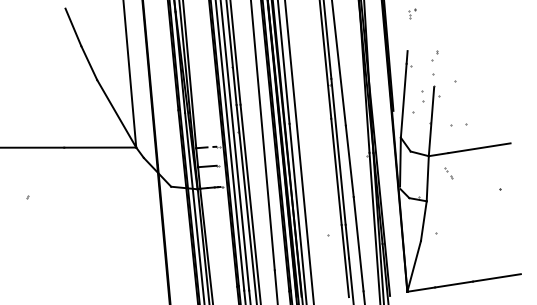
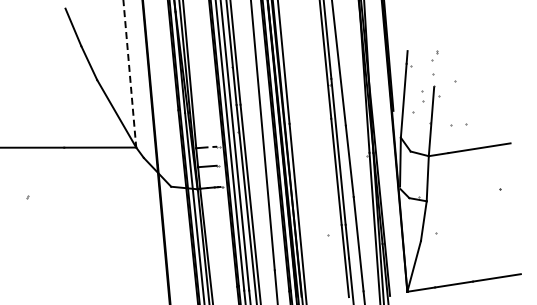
part at (412, 13): present -> none
line at (129, 73): solid -> dashed
line at (299, 151): present -> none
part at (448, 173): present -> none
